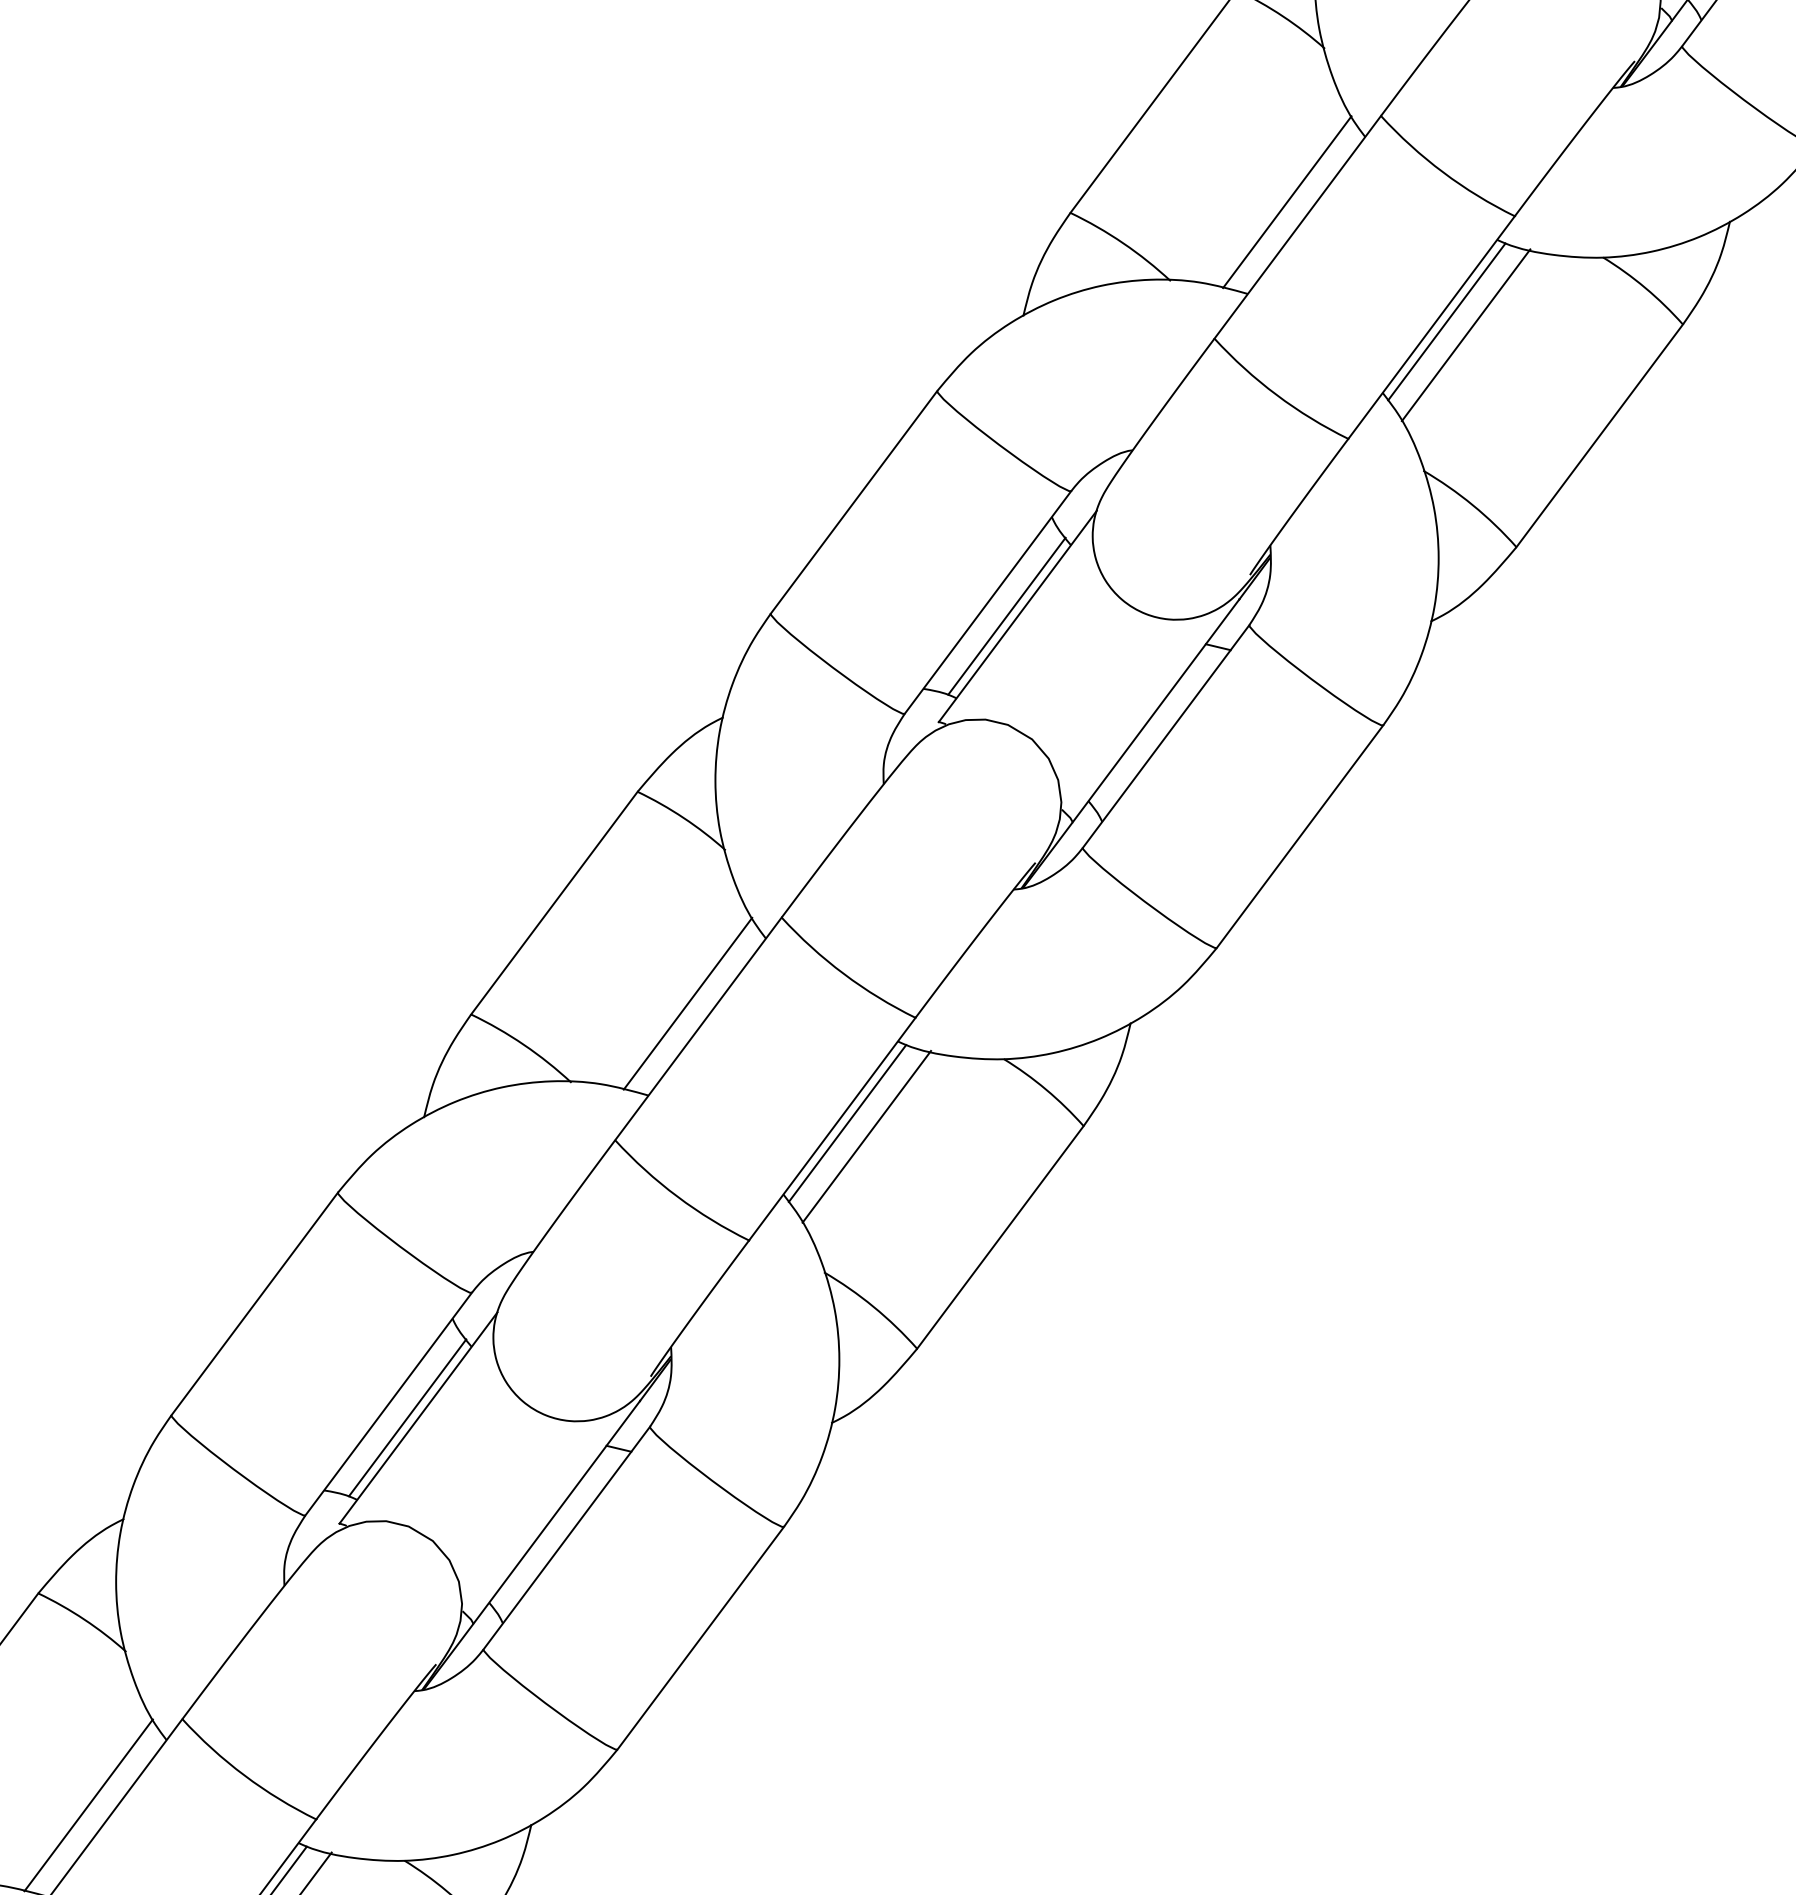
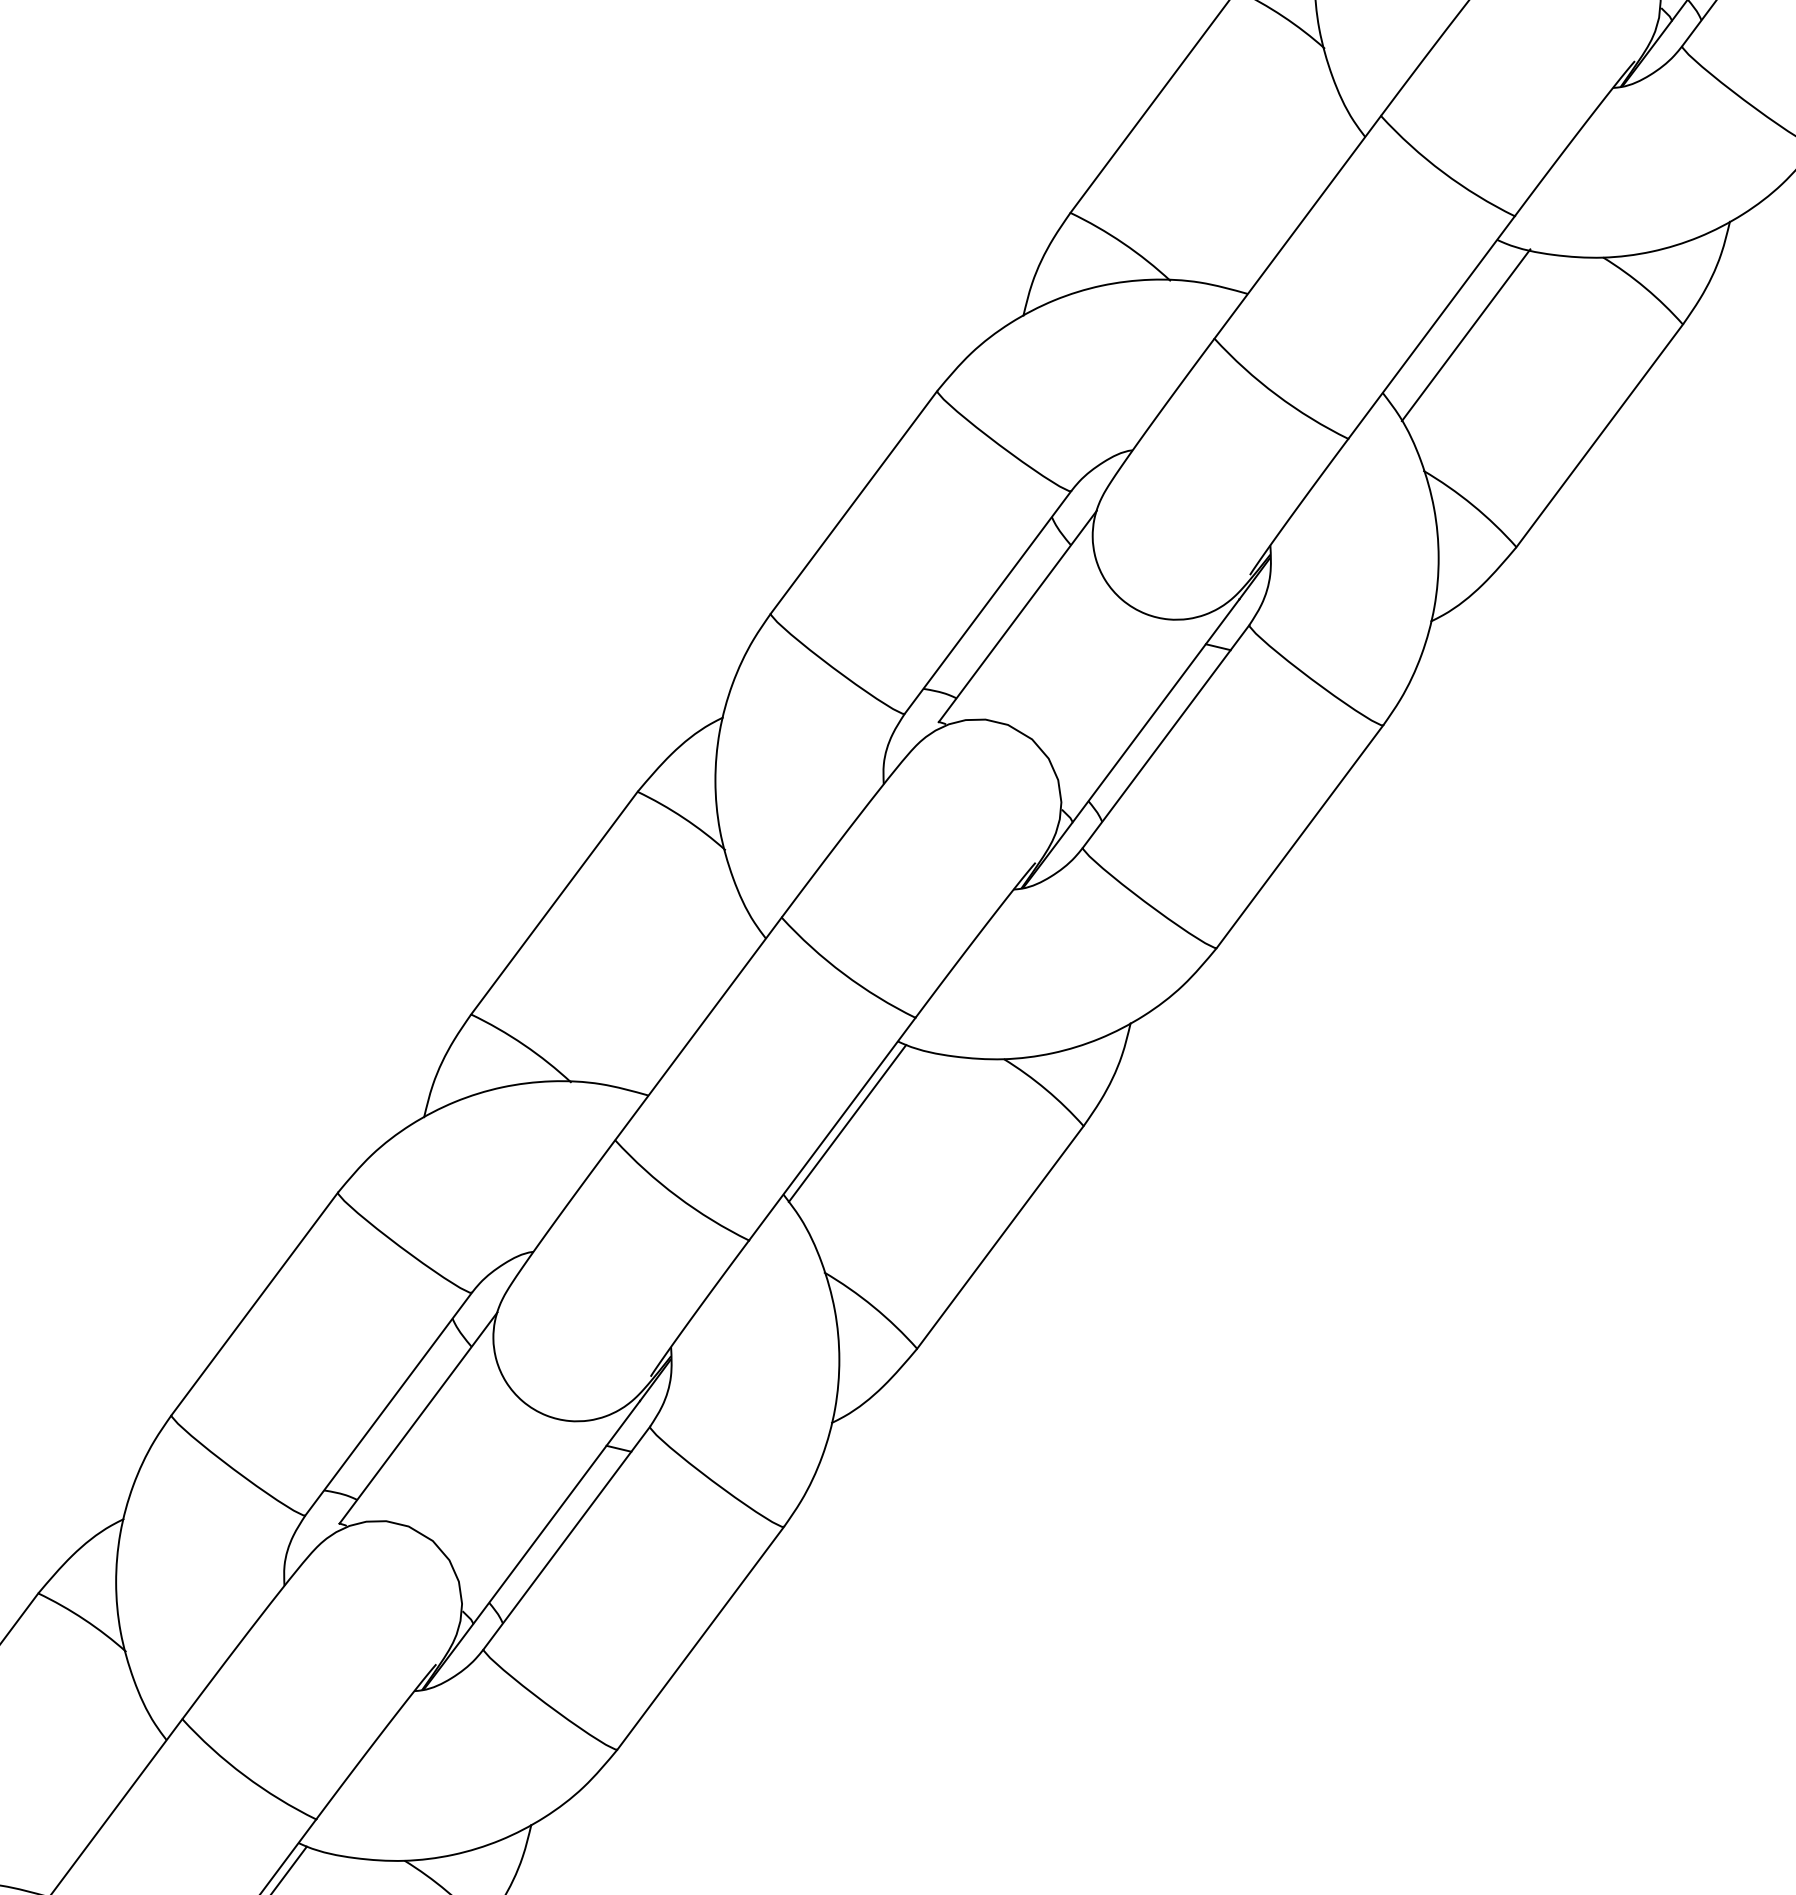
line at (1287, 202): present -> none
line at (1446, 321): present -> none
line at (1006, 615): present -> none
line at (687, 1003): present -> none
line at (866, 1136): present -> none
line at (407, 1417): present -> none
line at (88, 1805): present -> none
line at (316, 1871): present -> none
